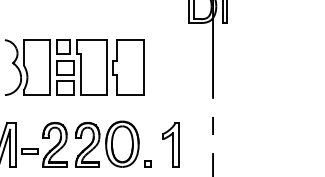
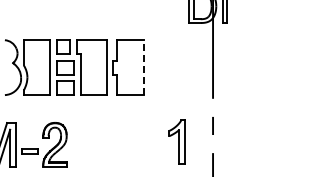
line at (143, 67): solid -> dashed
part at (113, 143): present -> none
part at (170, 144) position: (170, 144) -> (176, 141)
